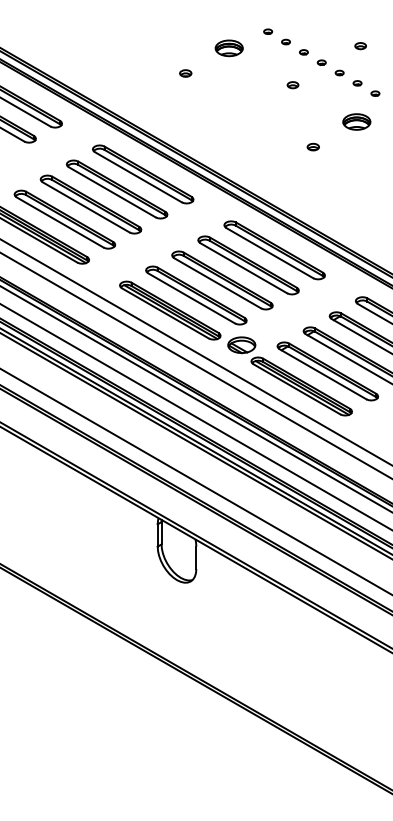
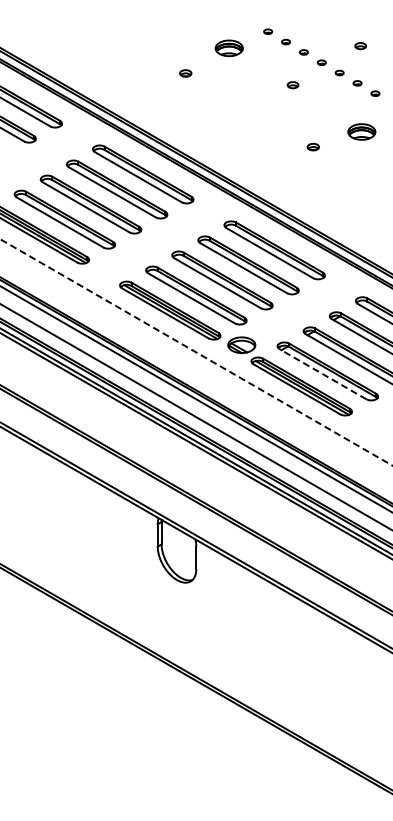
part at (356, 121) position: (356, 121) -> (361, 131)
line at (196, 352): solid -> dashed
line at (195, 365): present -> none
line at (322, 373): solid -> dashed
line at (195, 481): present -> none
